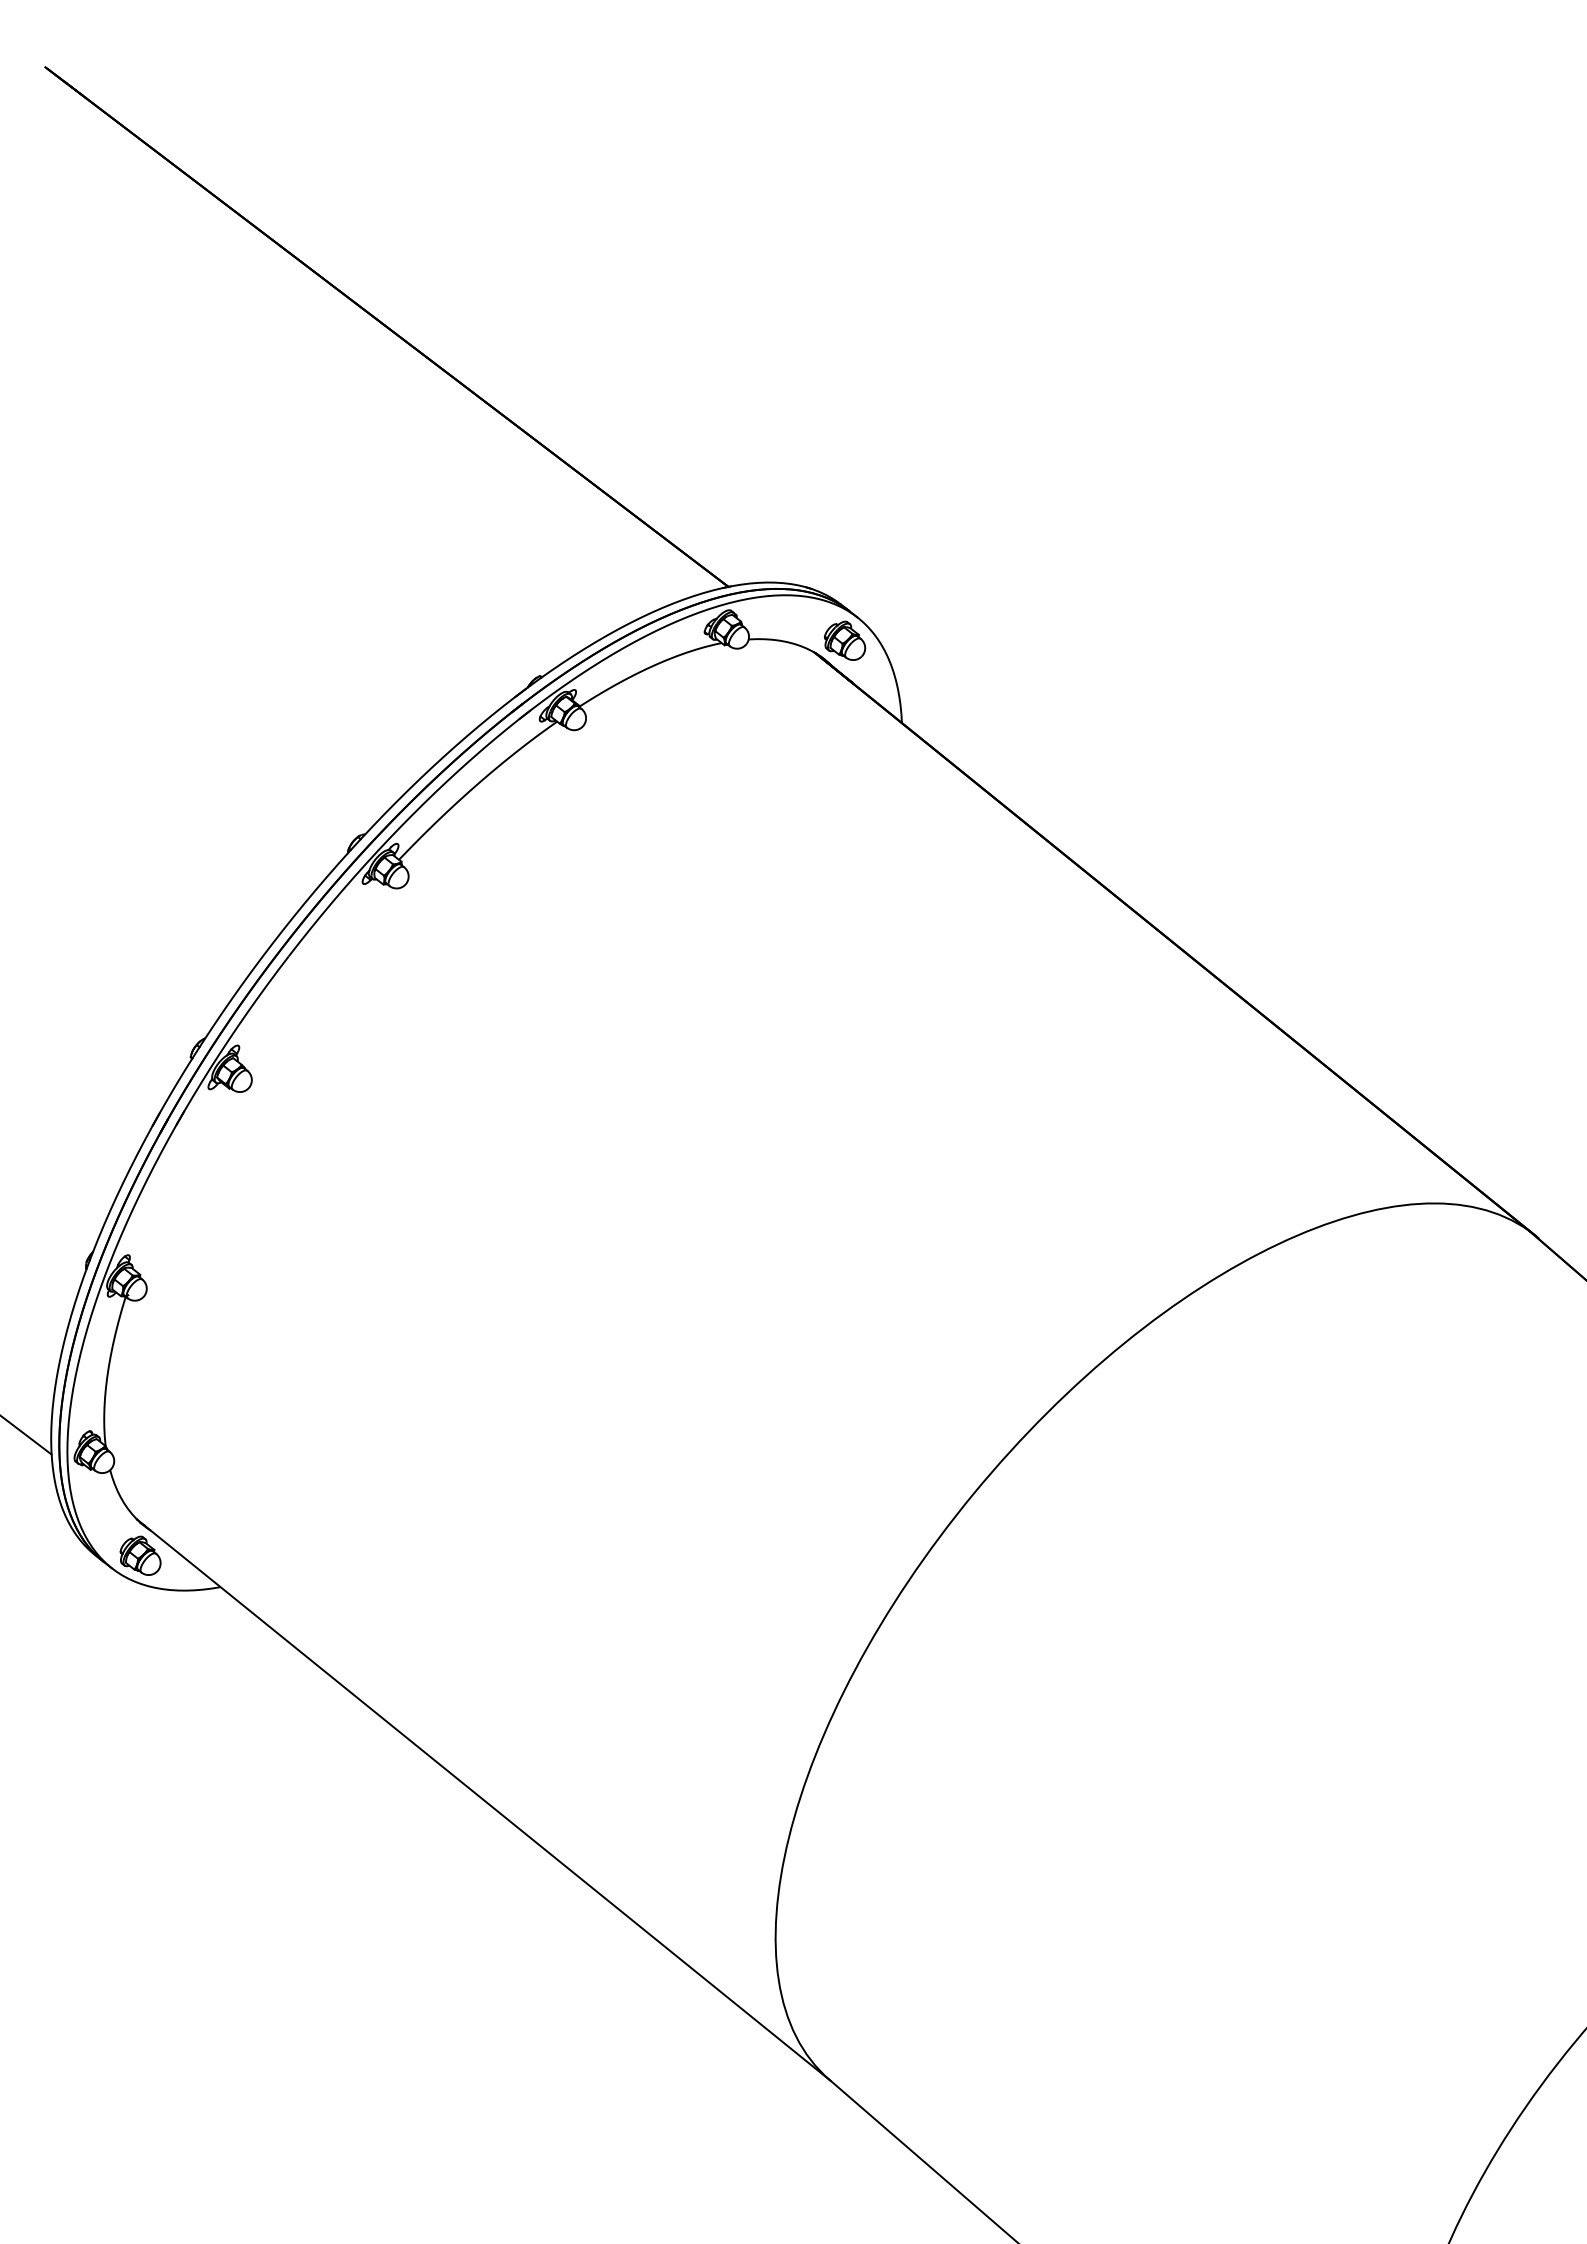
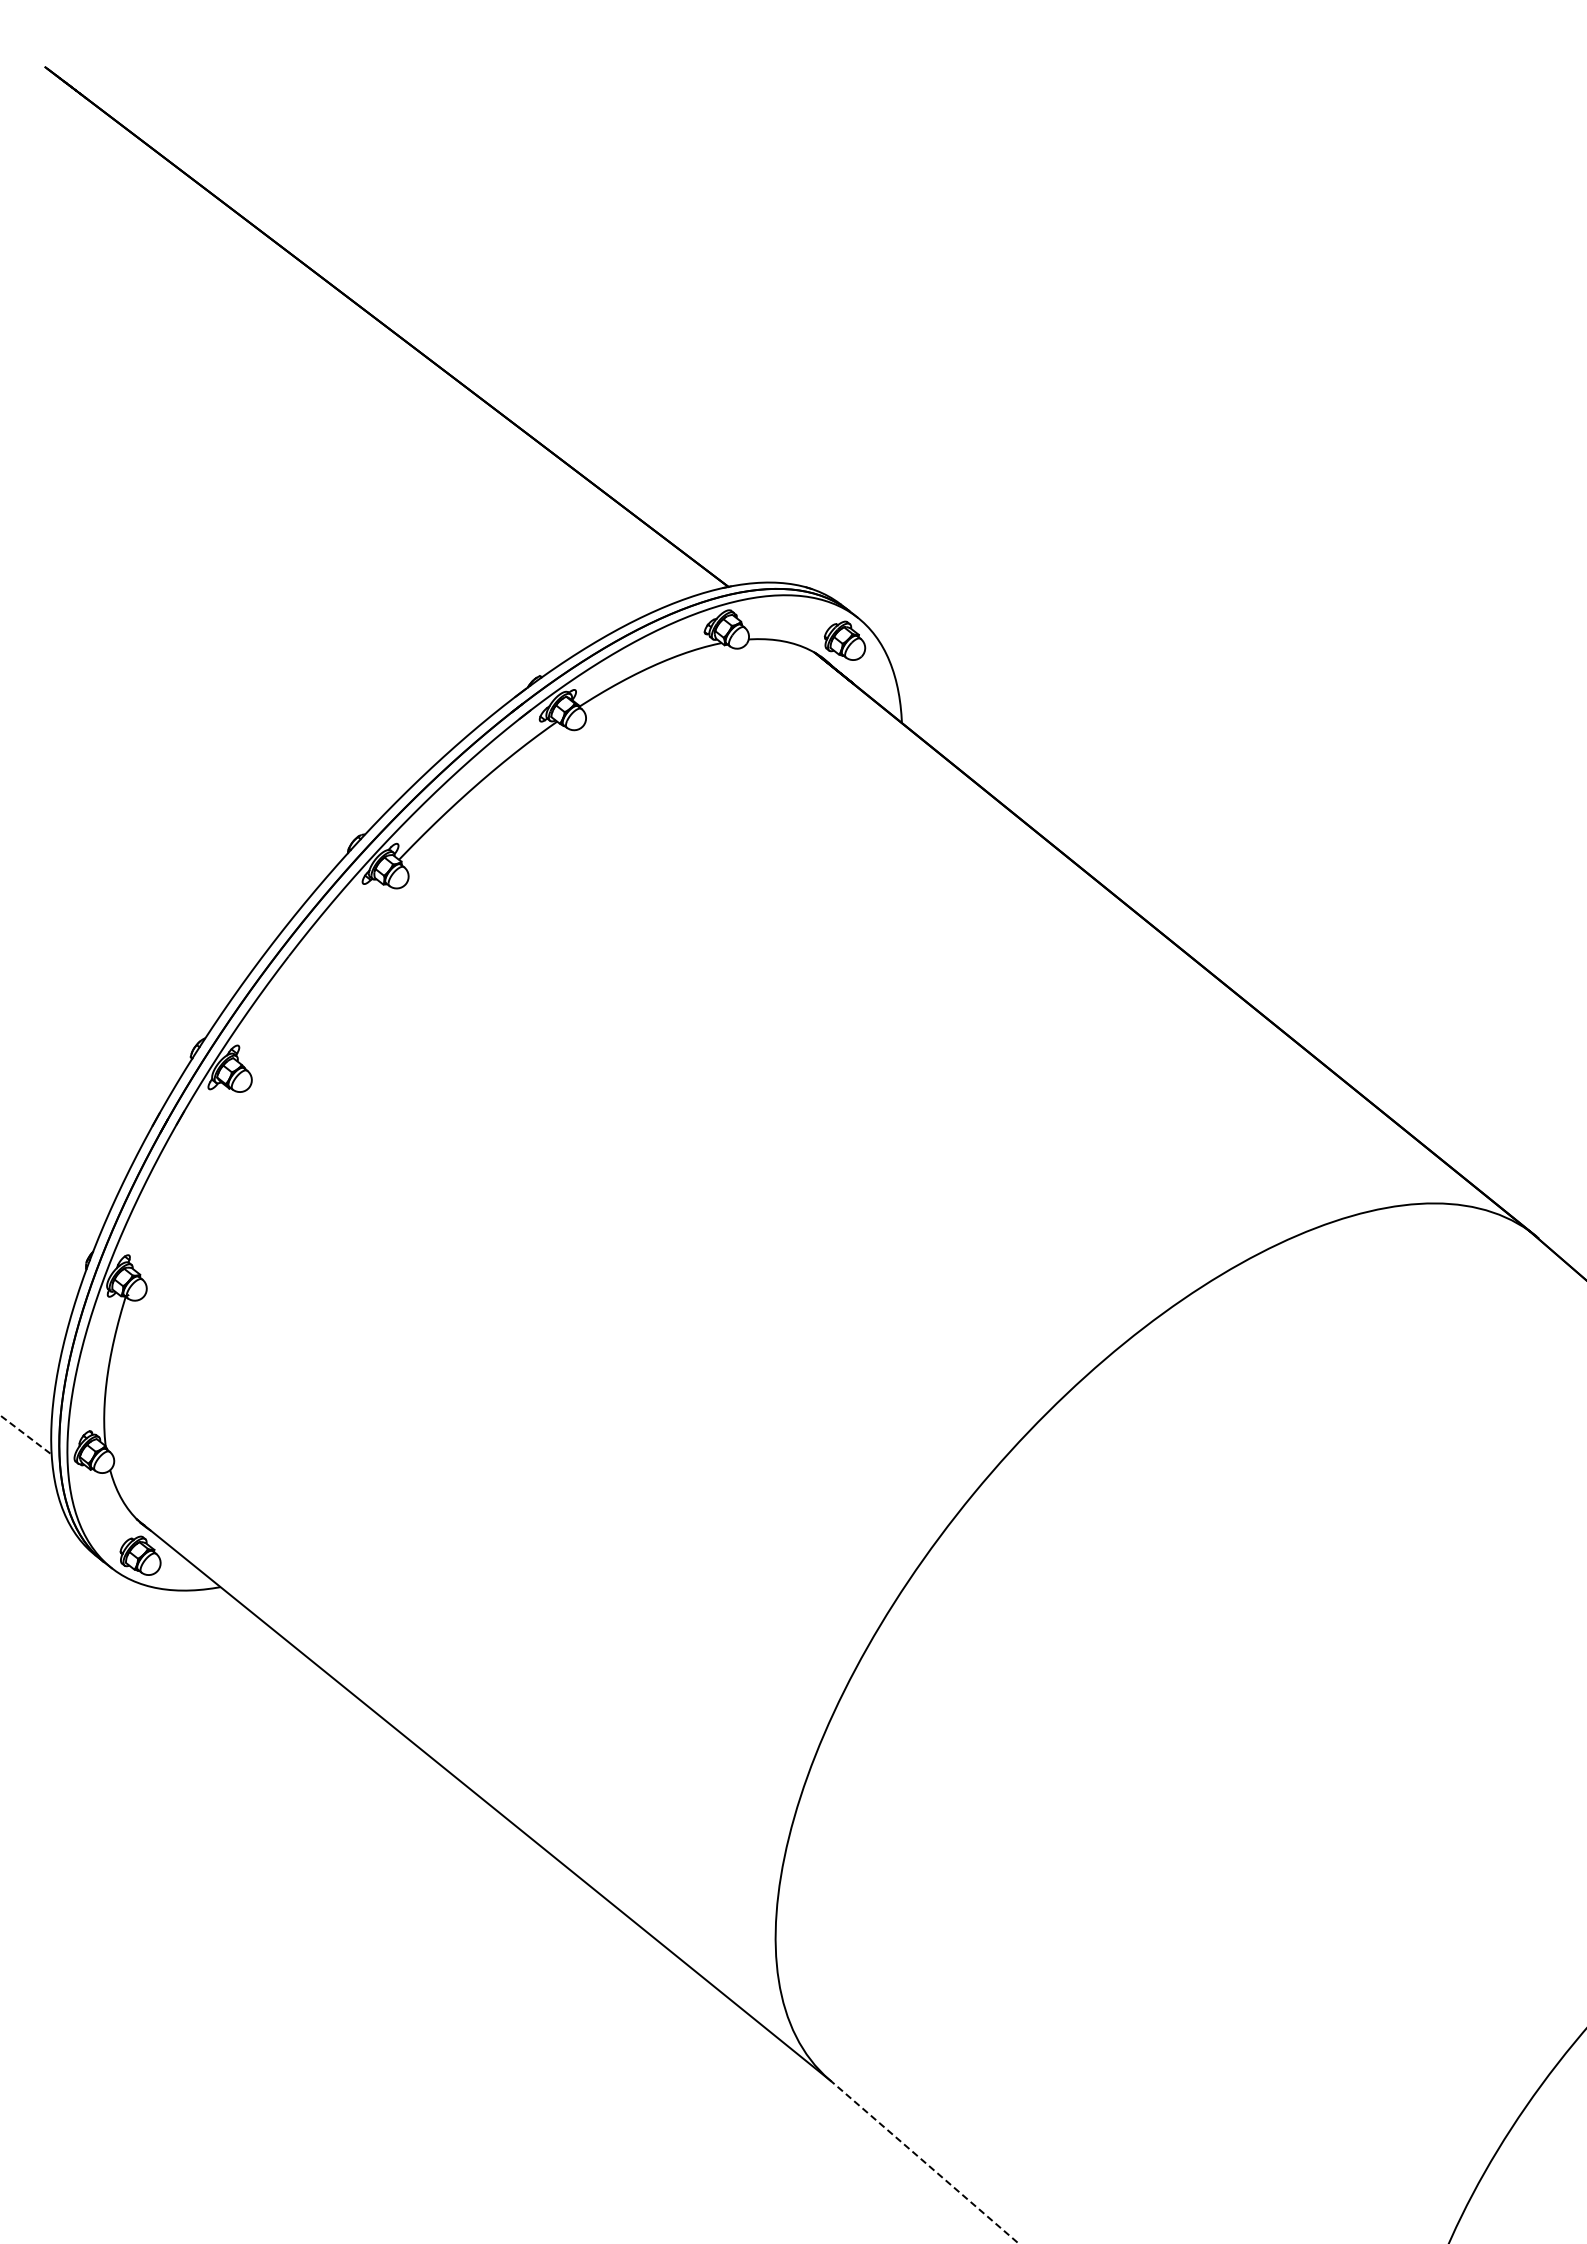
line at (26, 1435): solid -> dashed
line at (924, 2161): solid -> dashed
